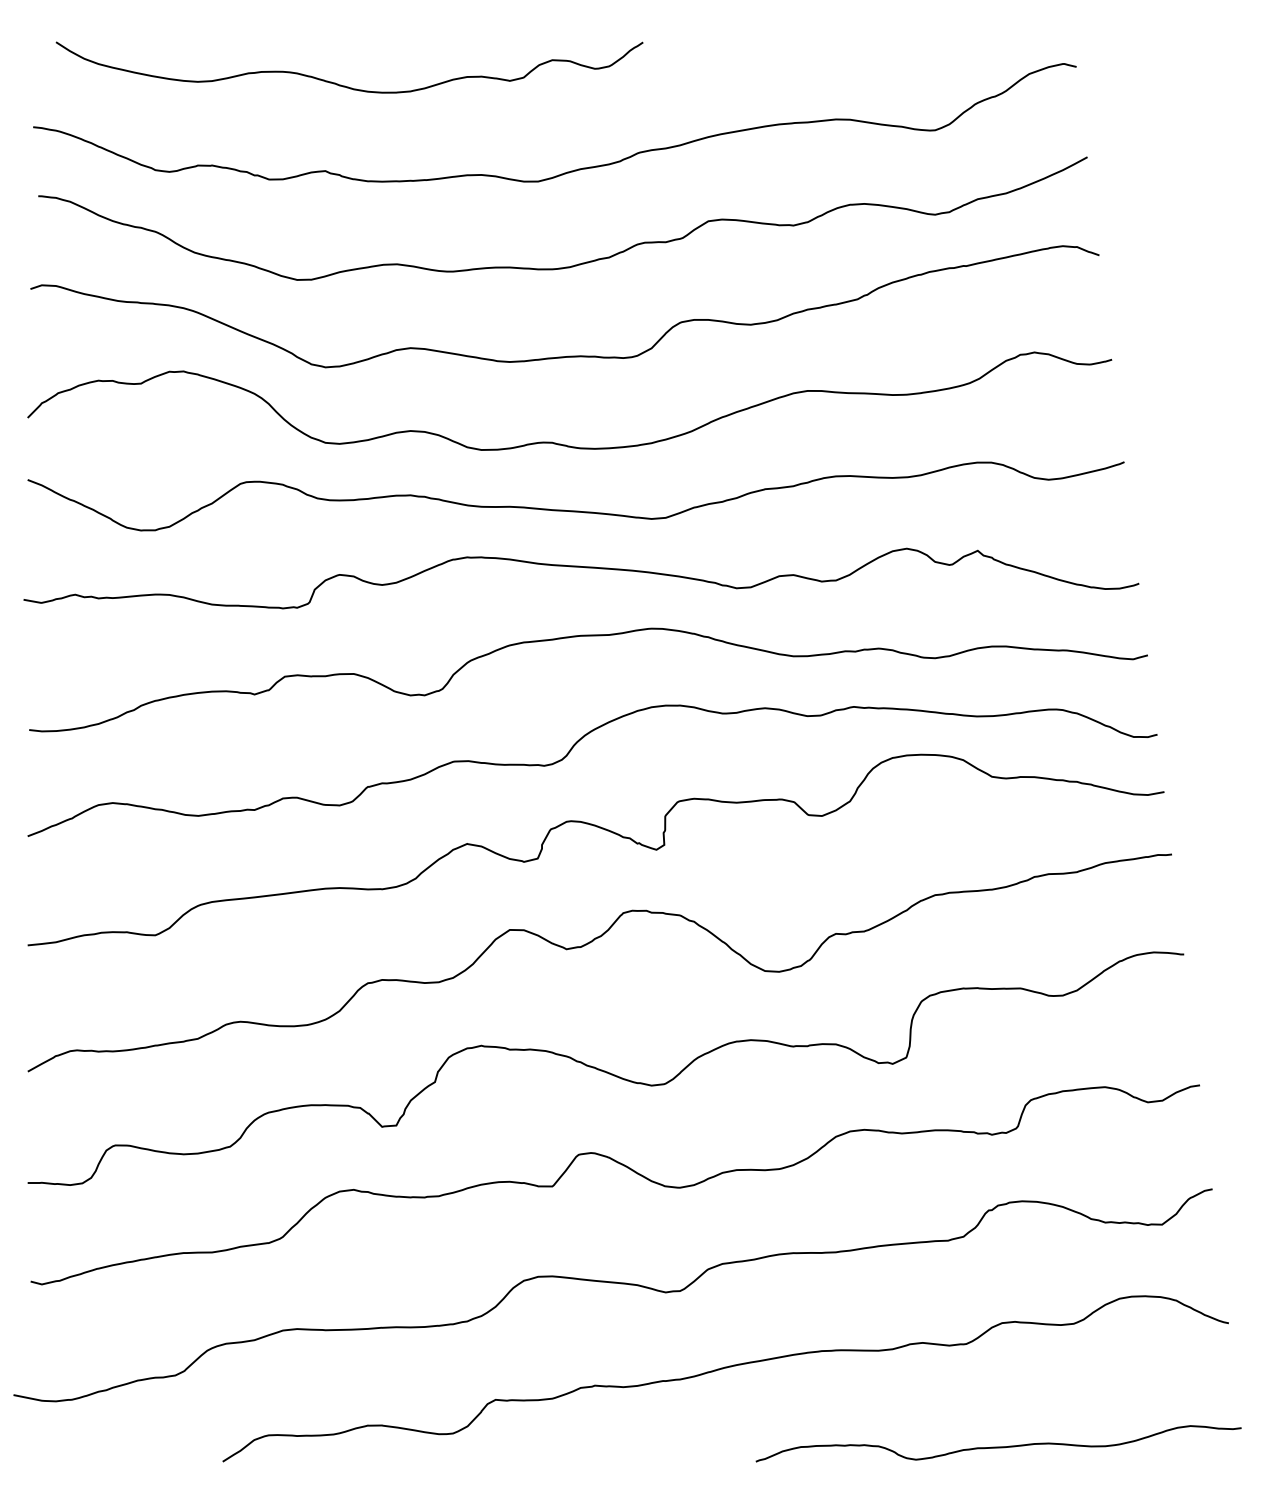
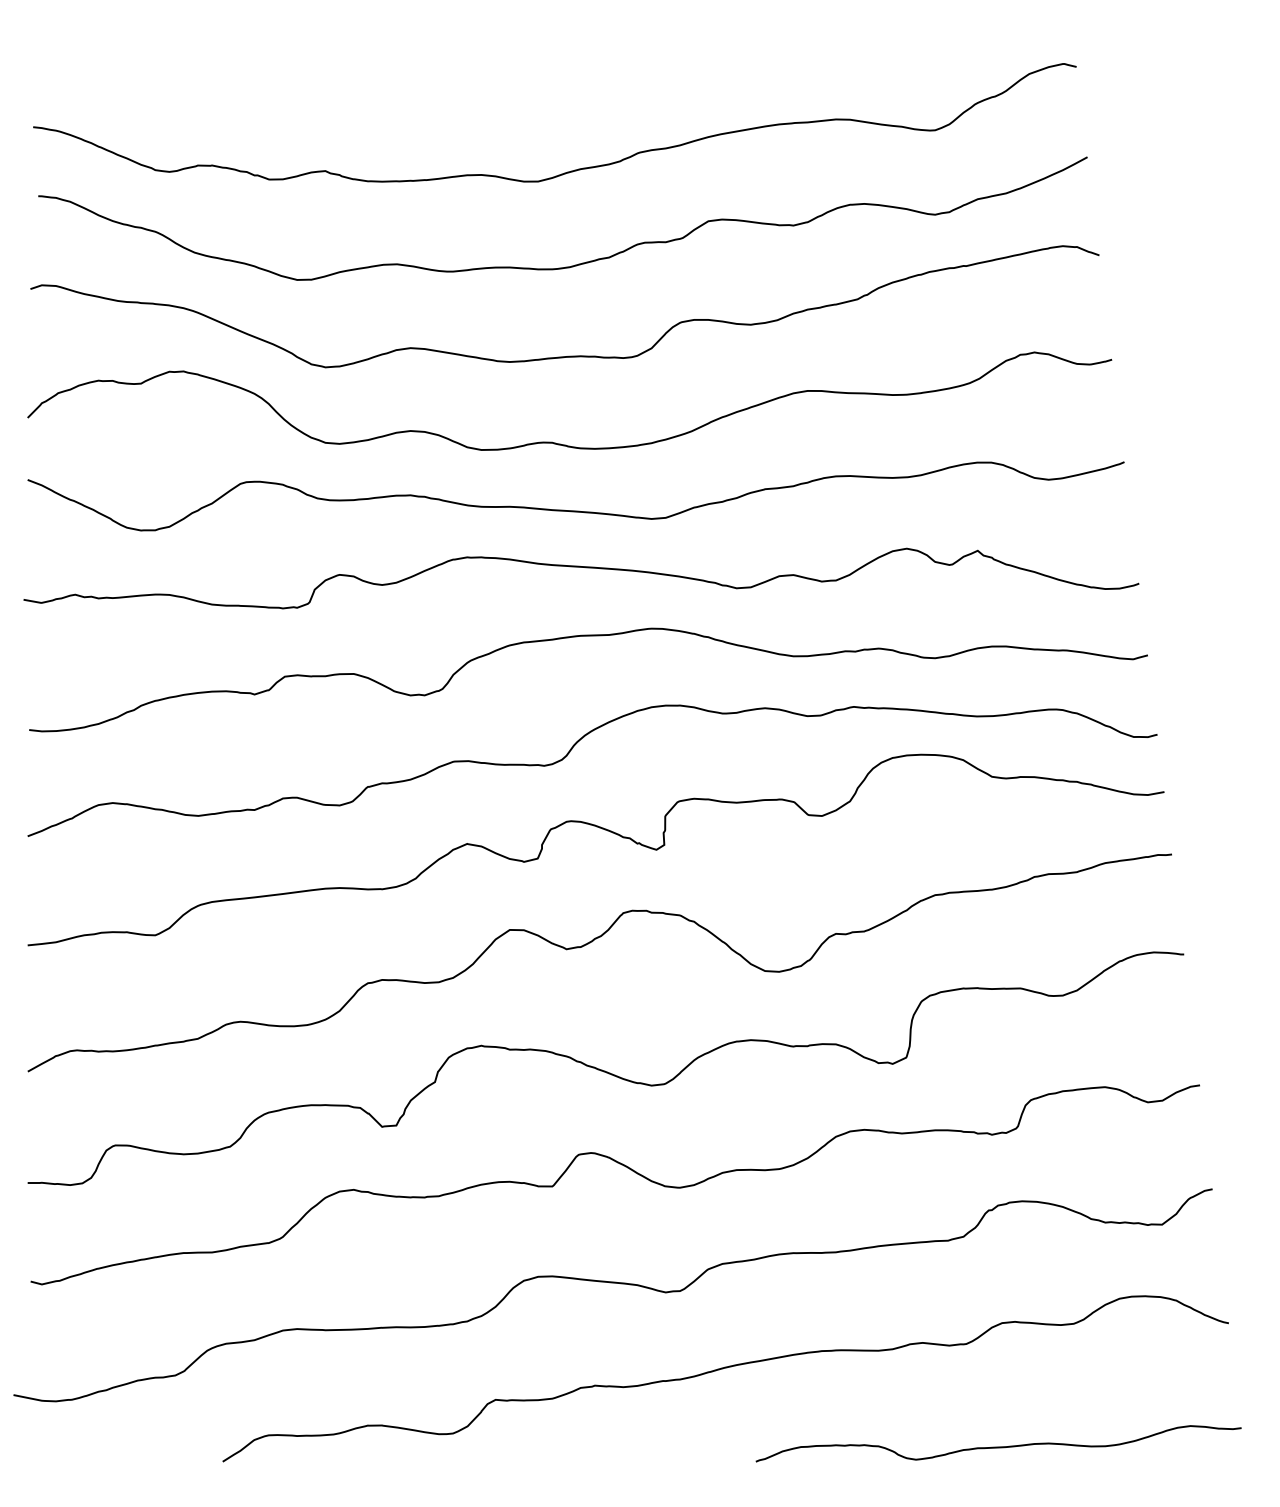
curve at (345, 85): present -> none
